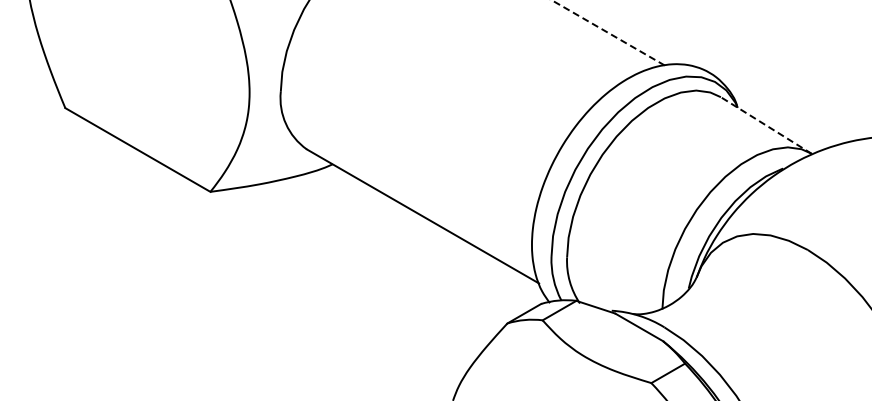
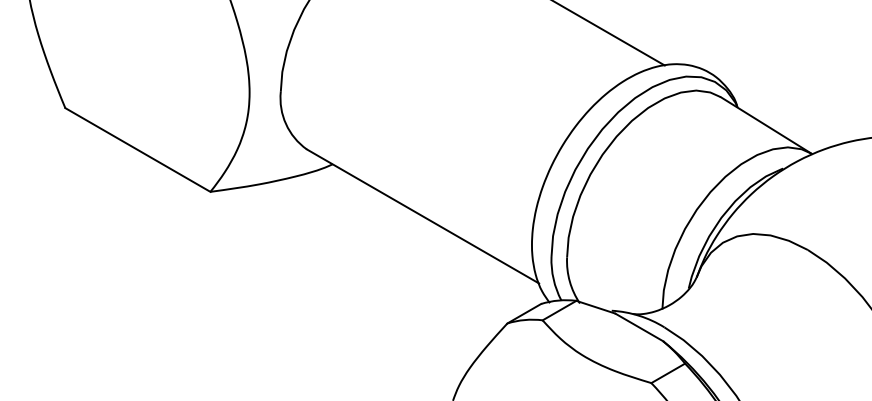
line at (607, 32): dashed -> solid
line at (766, 125): dashed -> solid
